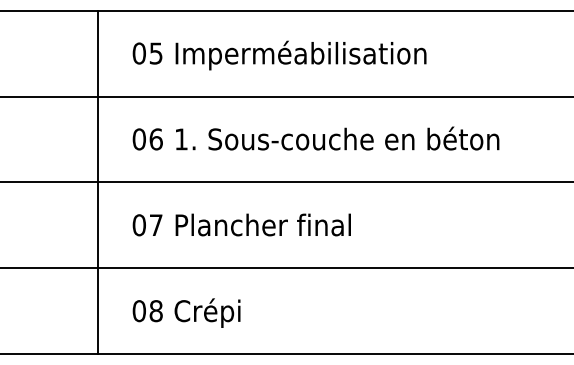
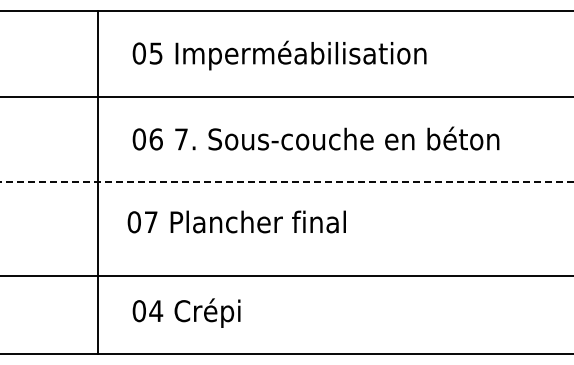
text at (181, 139): 1. -> 7.
line at (286, 182): solid -> dashed
text at (241, 224) position: (241, 224) -> (236, 221)
line at (286, 268) position: (286, 268) -> (286, 276)
text at (156, 311): 08 -> 04
